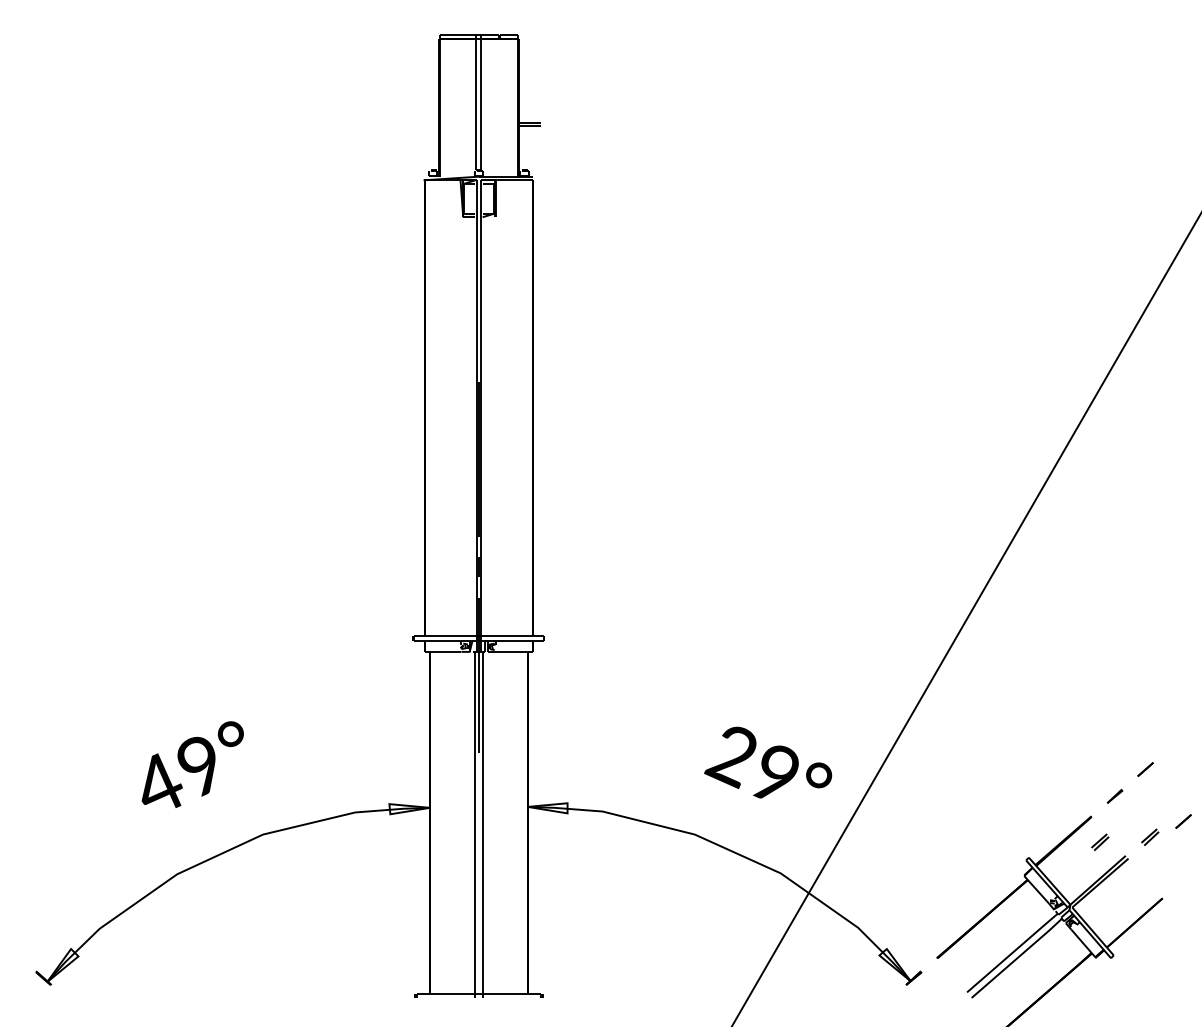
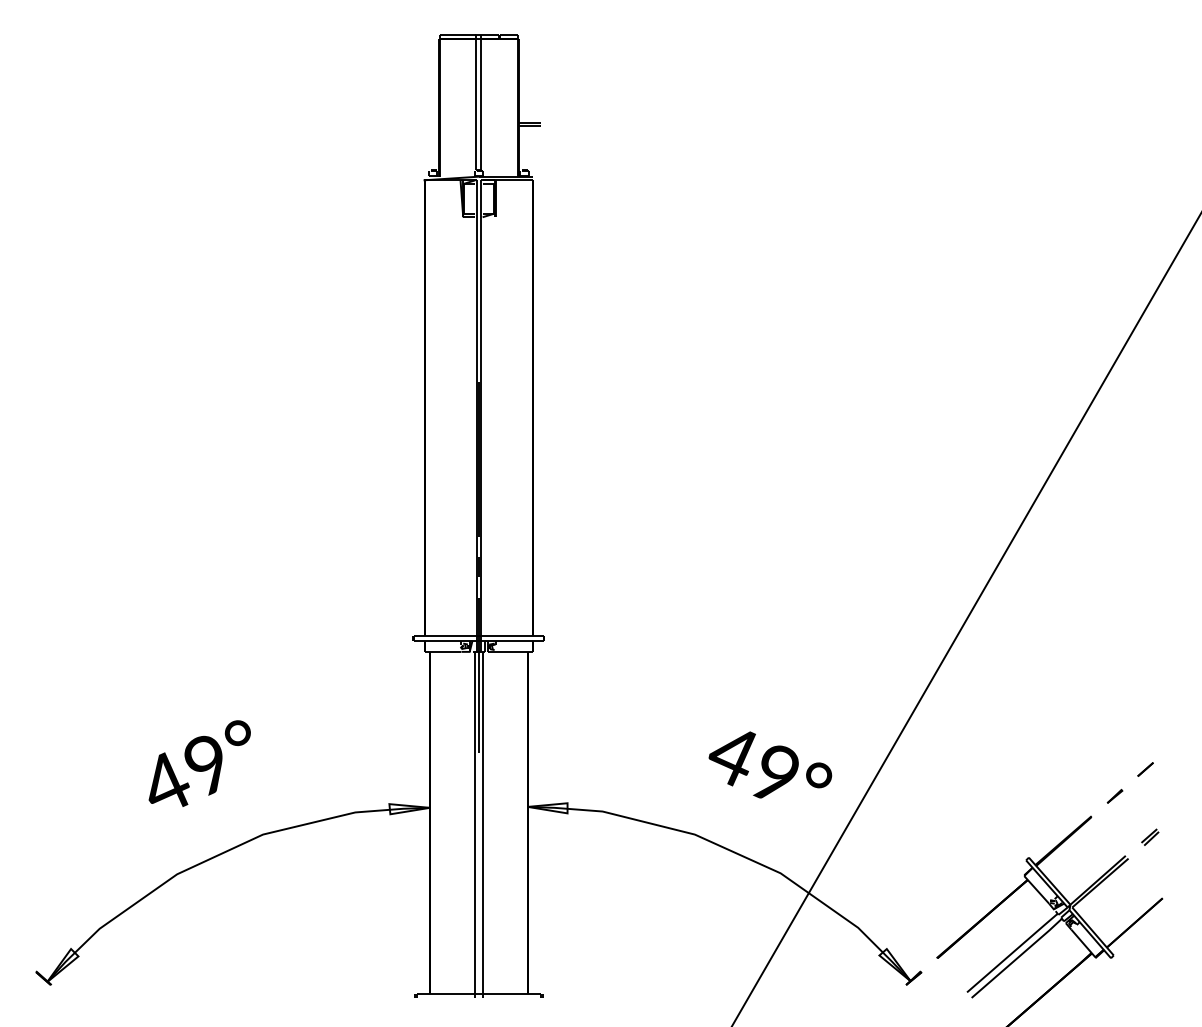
text at (730, 757): 29° -> 49°
text at (192, 764) position: (192, 764) -> (199, 763)
line at (1183, 821): present -> none
part at (1100, 841): present -> none
